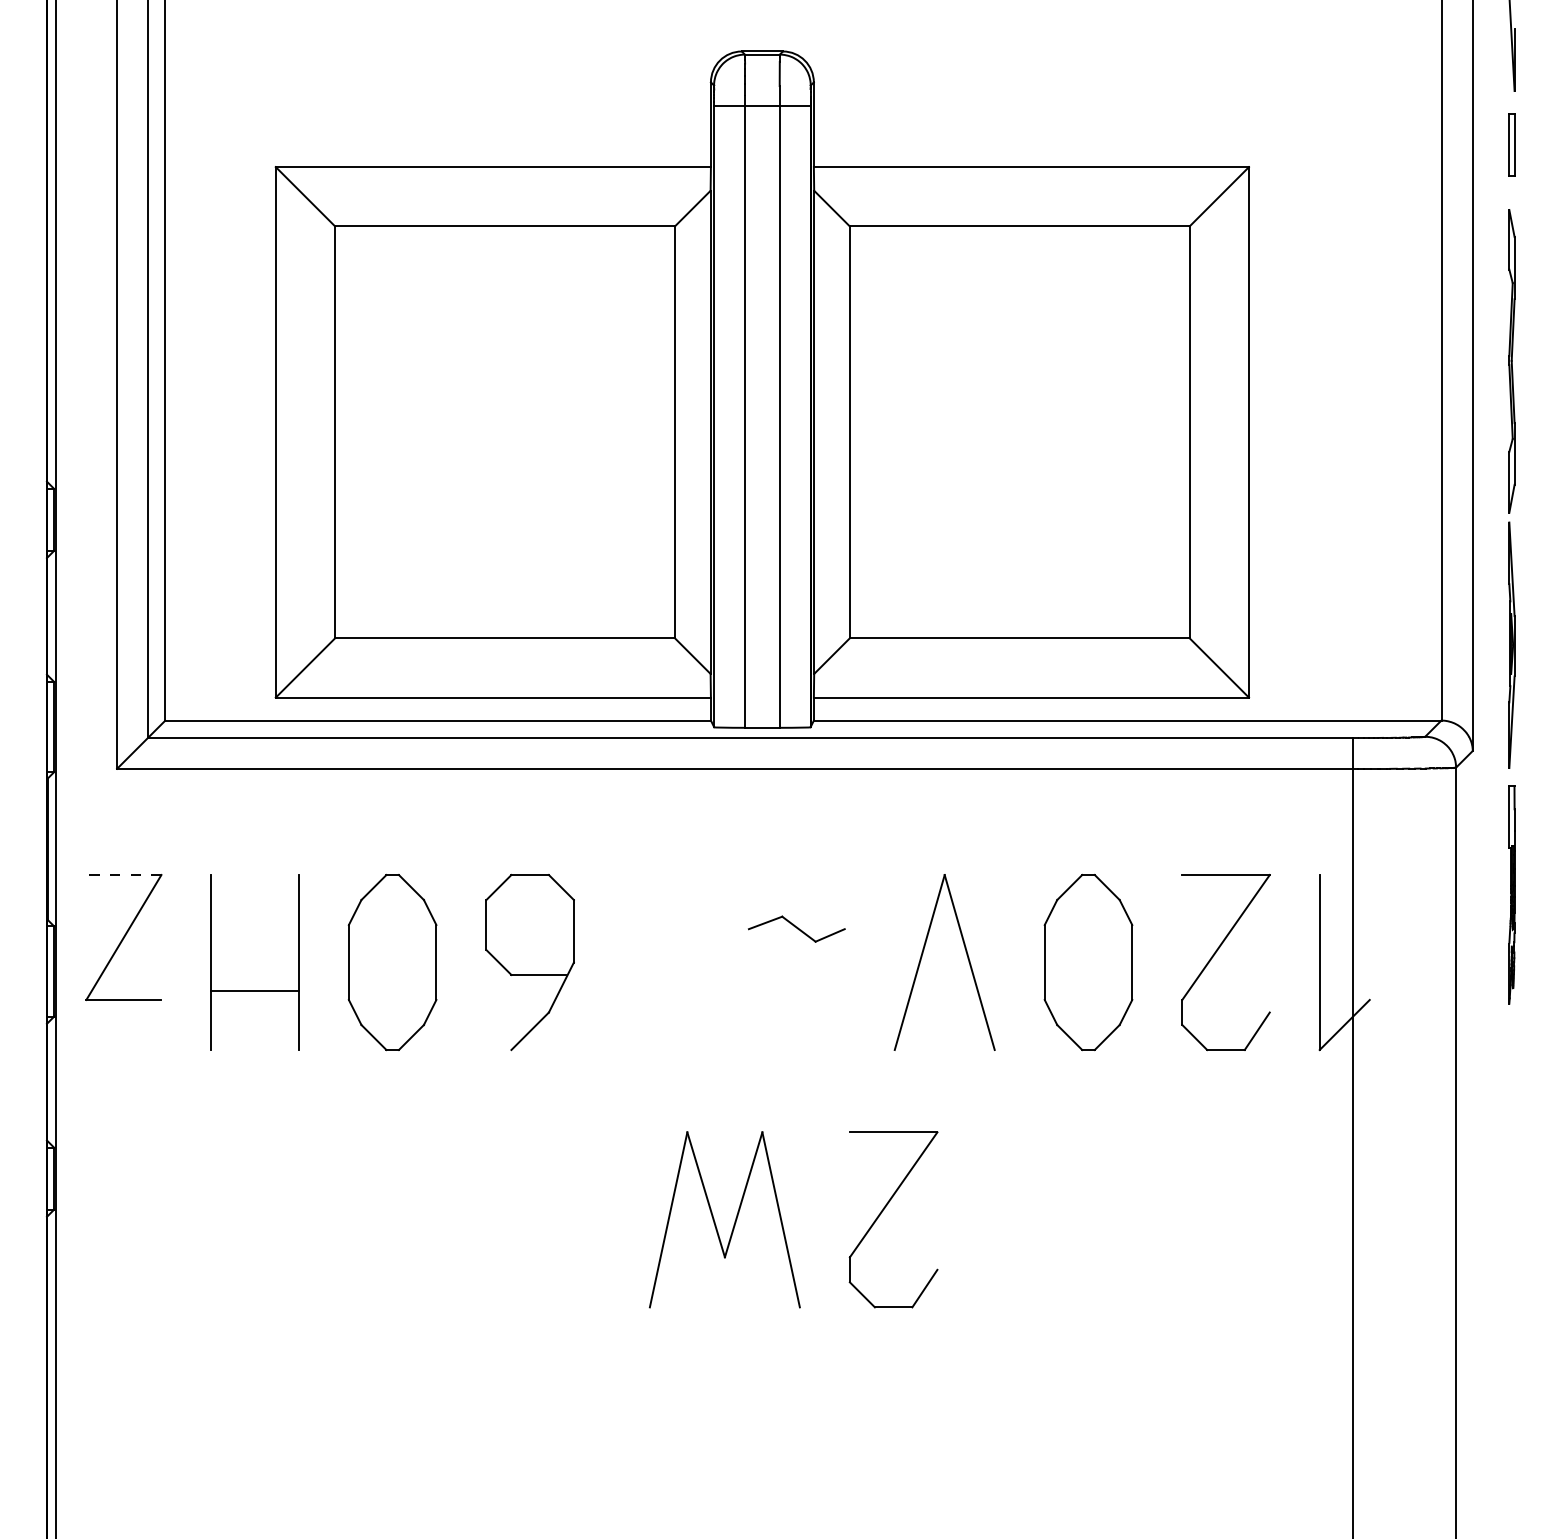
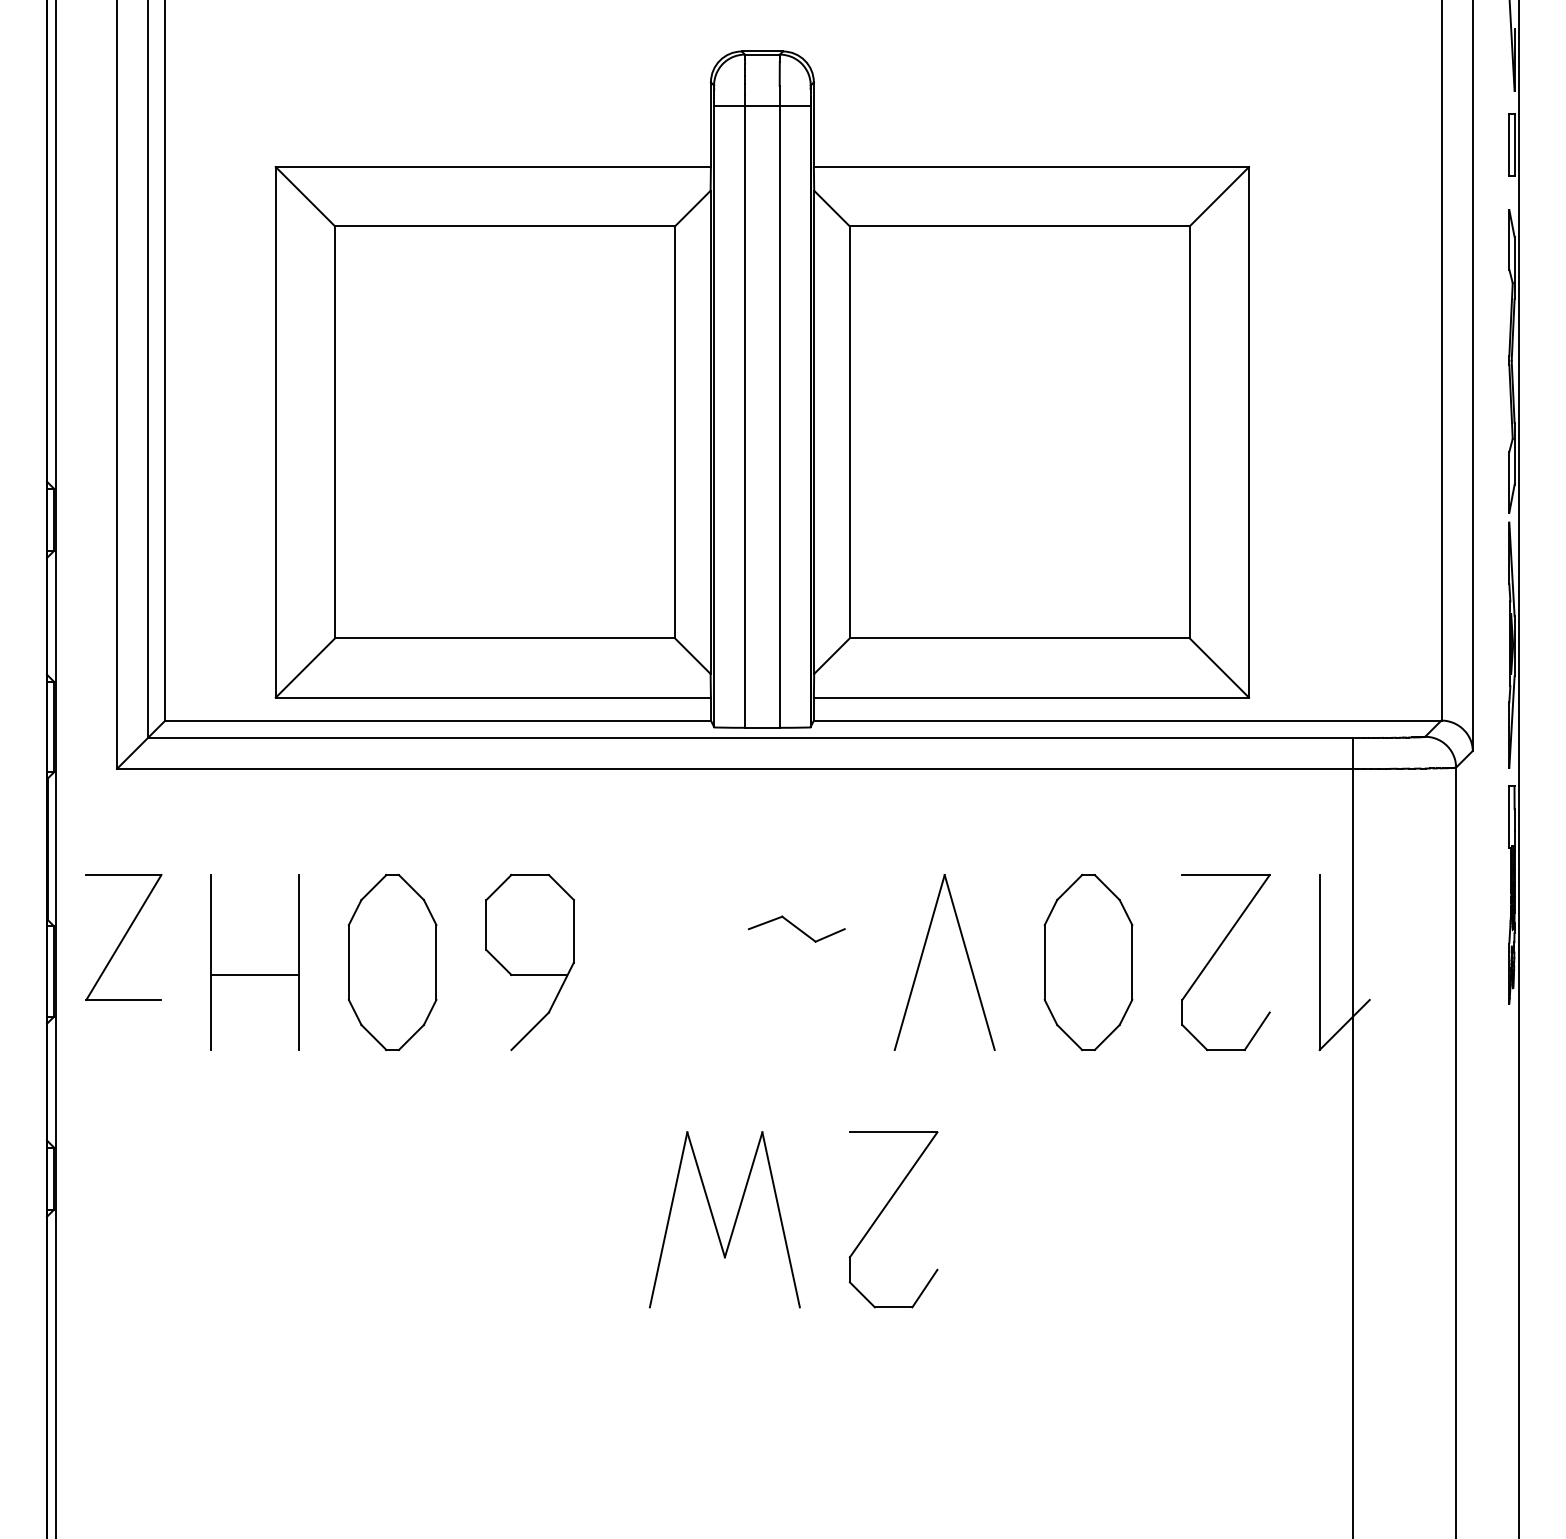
line at (1519, 768): none -> present
line at (123, 875): dashed -> solid
line at (254, 990) position: (254, 990) -> (254, 974)
